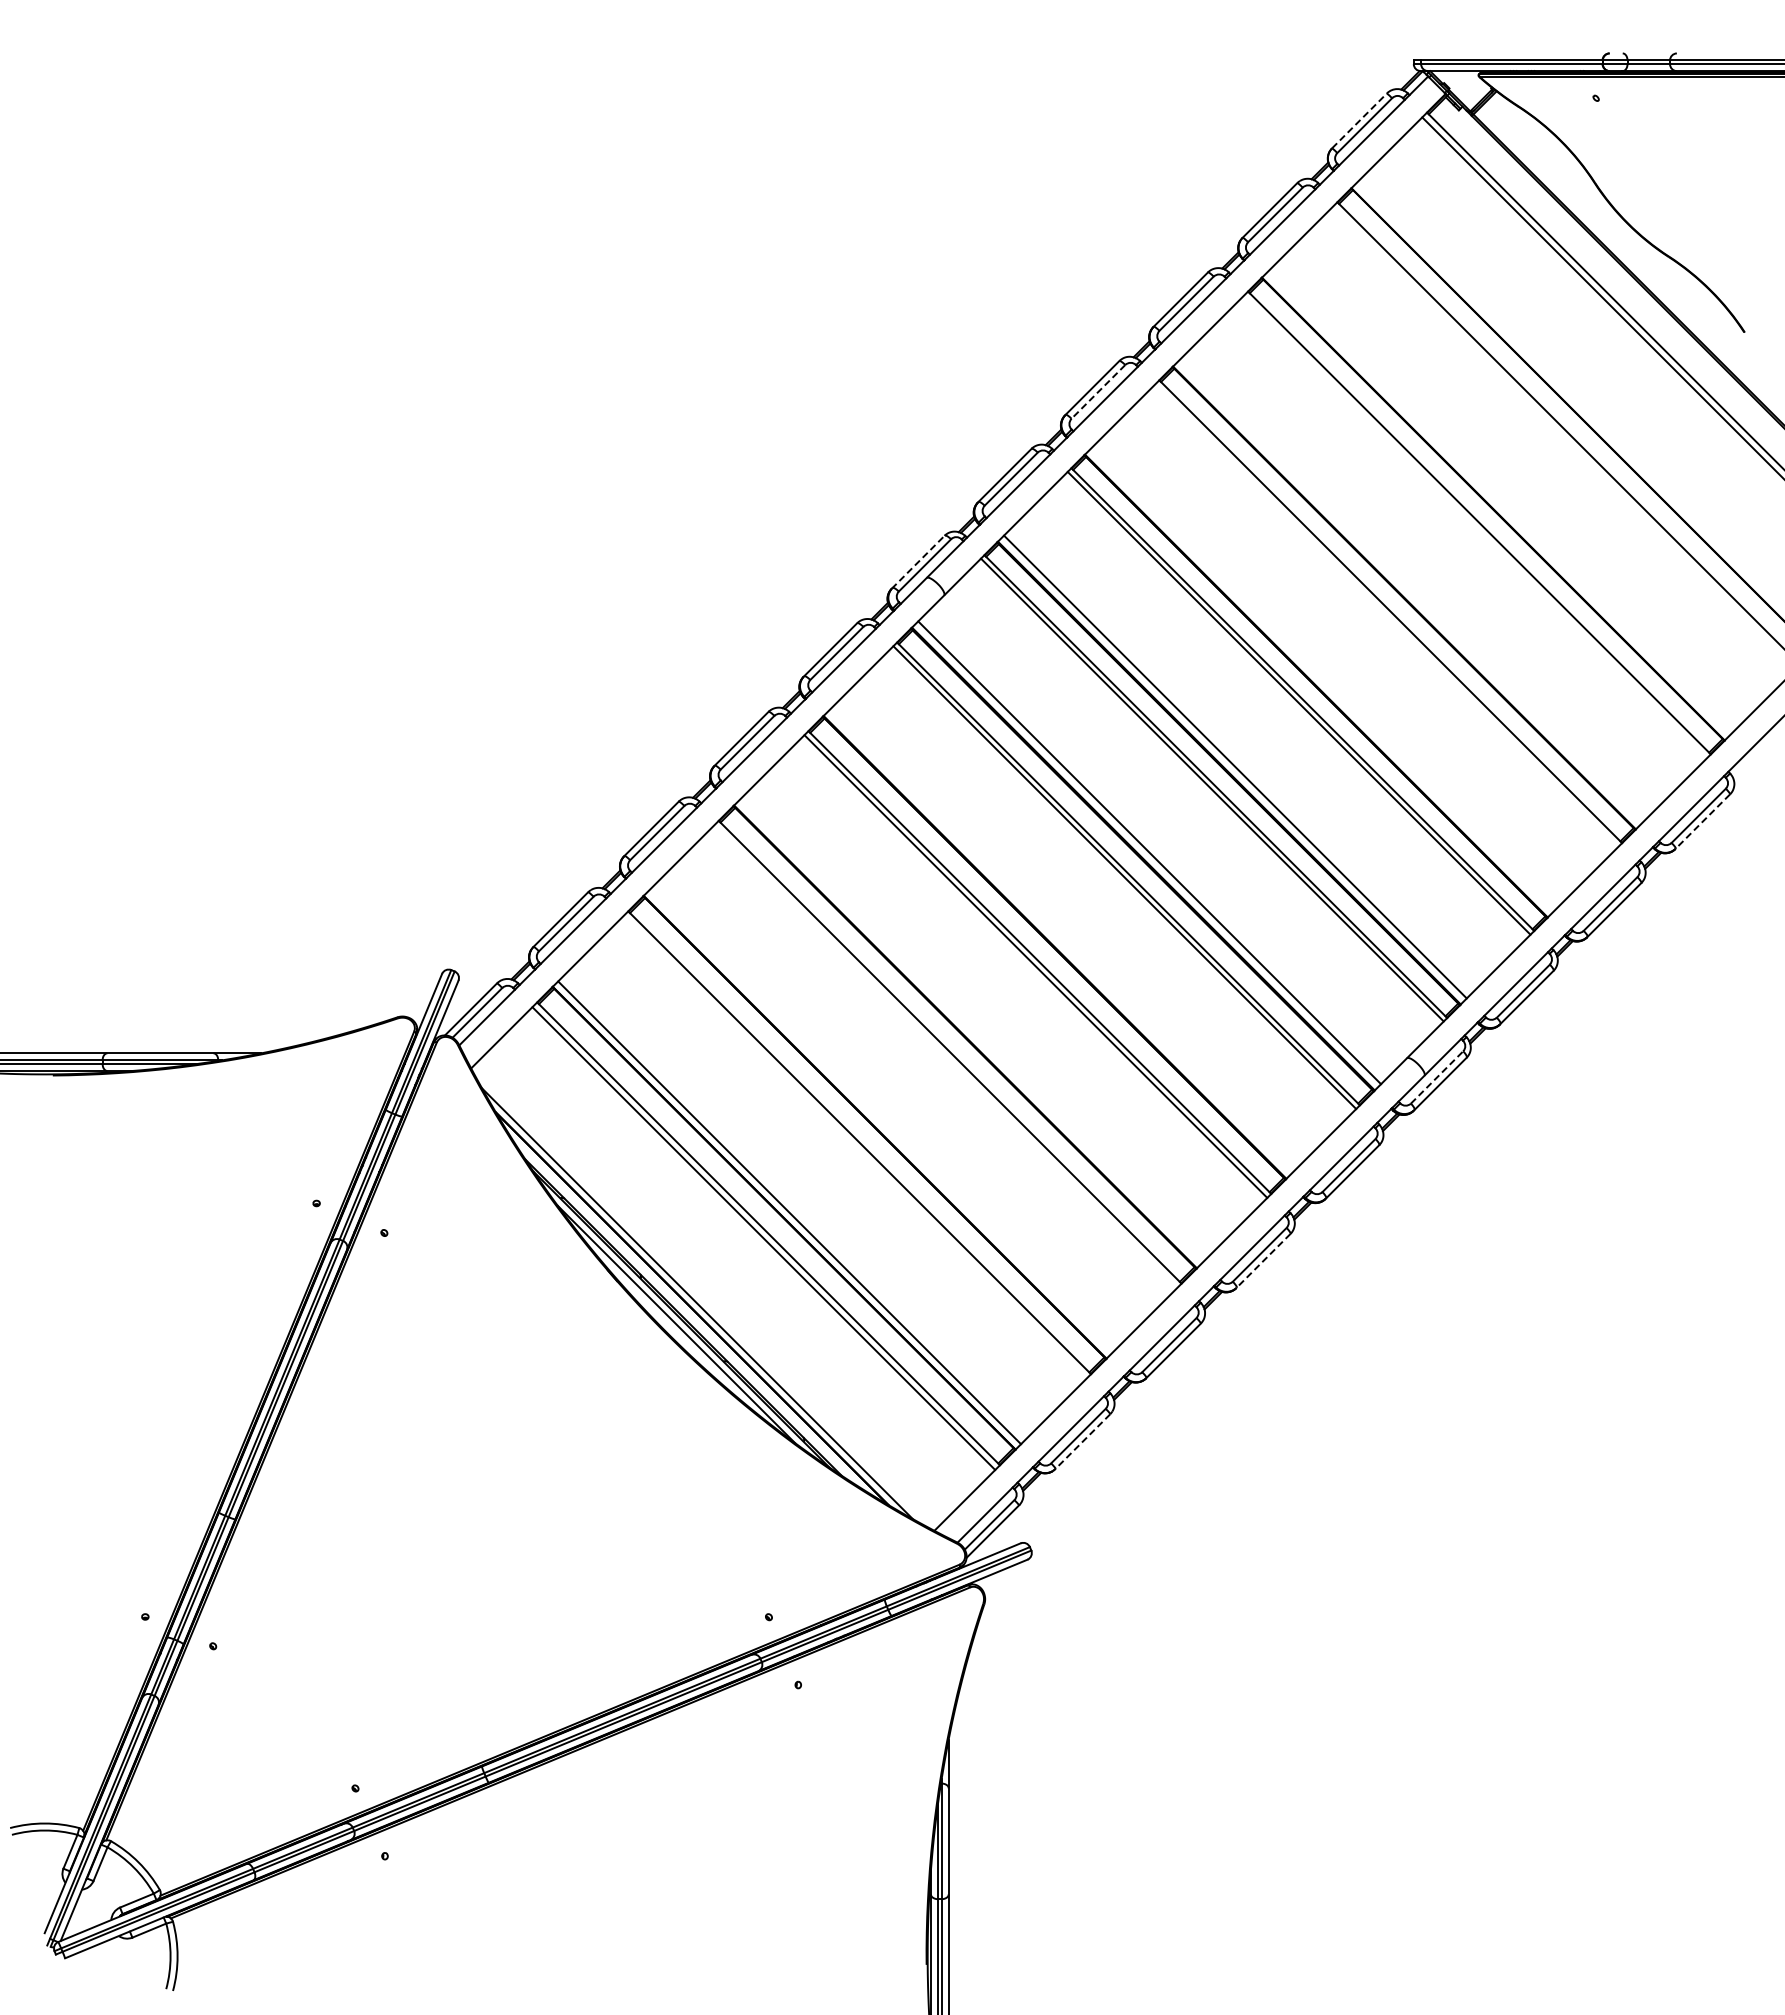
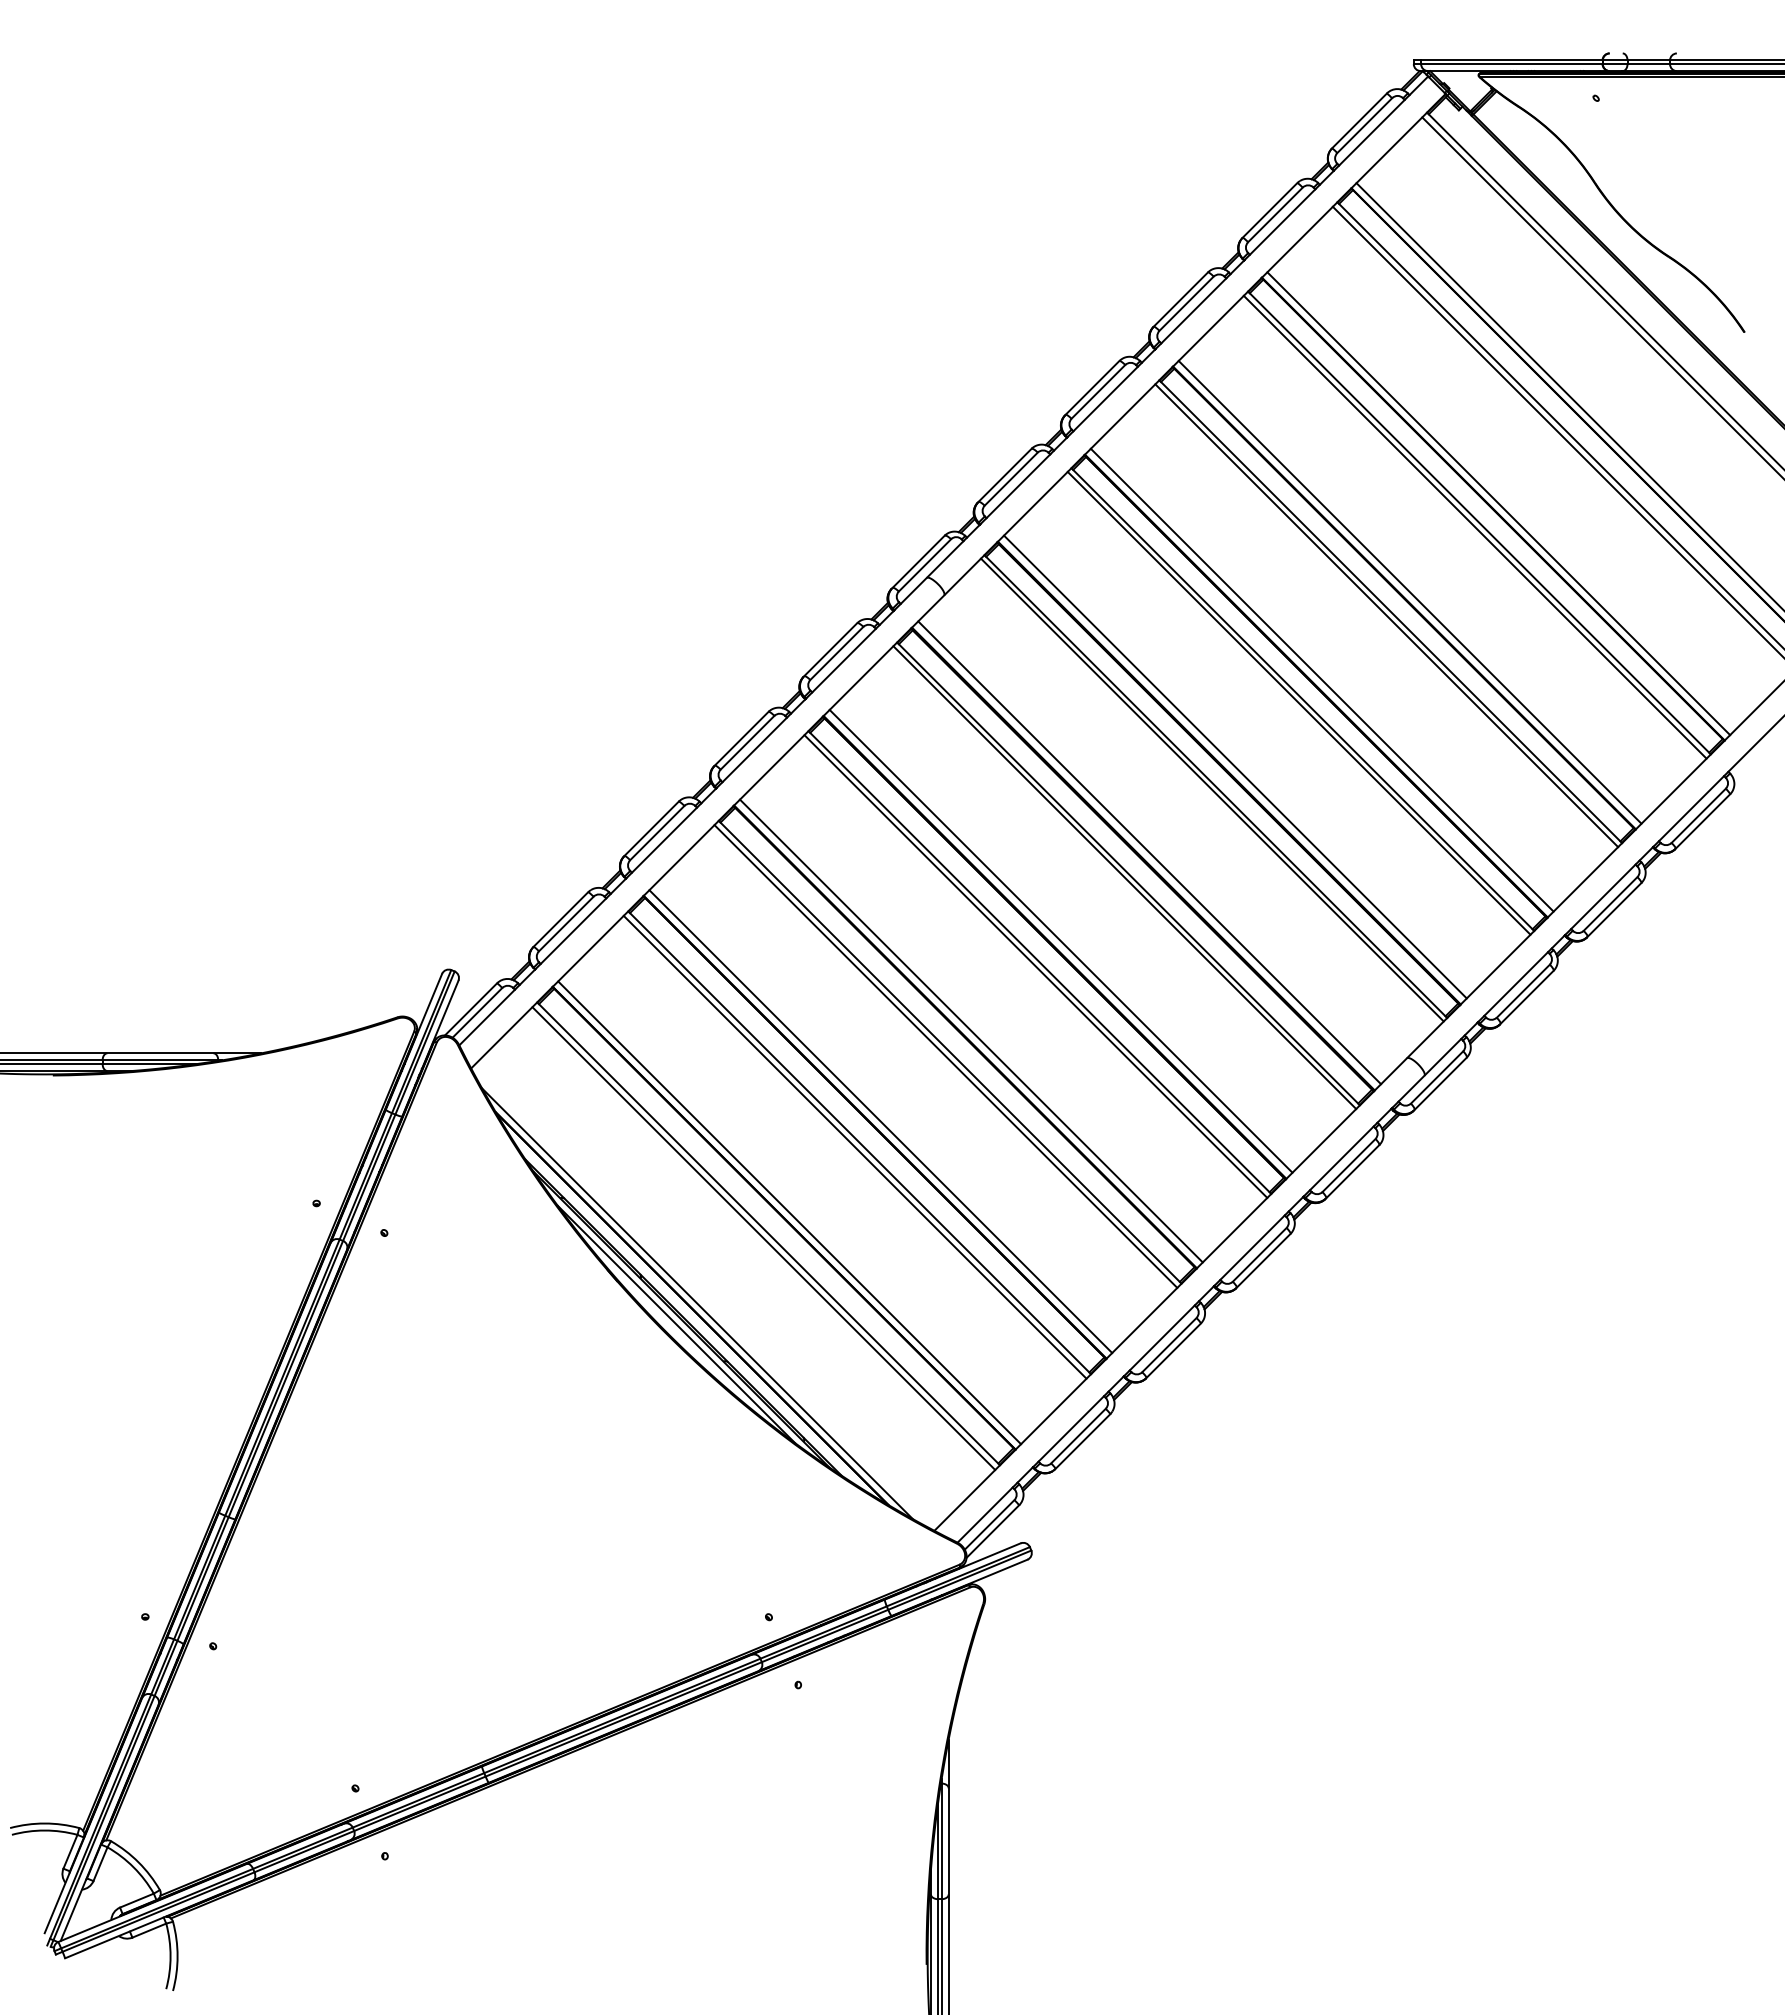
line at (1359, 120): dashed -> solid
line at (1098, 392): dashed -> solid
line at (1568, 395): none -> present
line at (1556, 430): none -> present
line at (1498, 503): none -> present
line at (1474, 526): none -> present
line at (918, 562): dashed -> solid
line at (1409, 591): none -> present
line at (1386, 615): none -> present
line at (1321, 679): none -> present
line at (1702, 821): dashed -> solid
line at (1060, 940): none -> present
line at (971, 1030): none -> present
line at (945, 1056): none -> present
line at (1437, 1077): dashed -> solid
line at (880, 1121): none -> present
line at (854, 1146): none -> present
line at (1263, 1261): dashed -> solid
line at (1082, 1441): dashed -> solid
